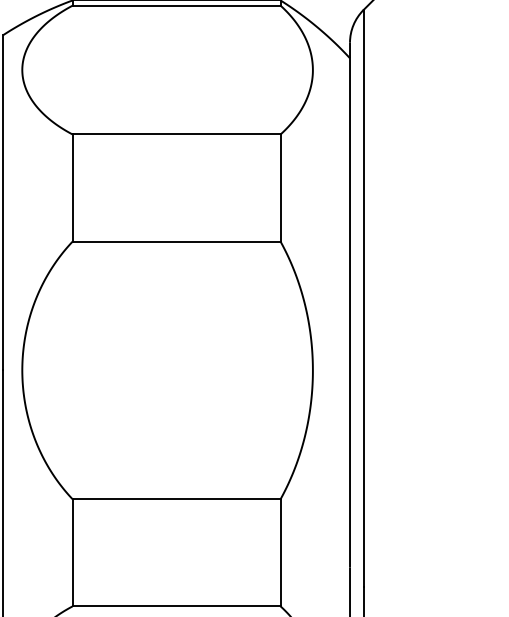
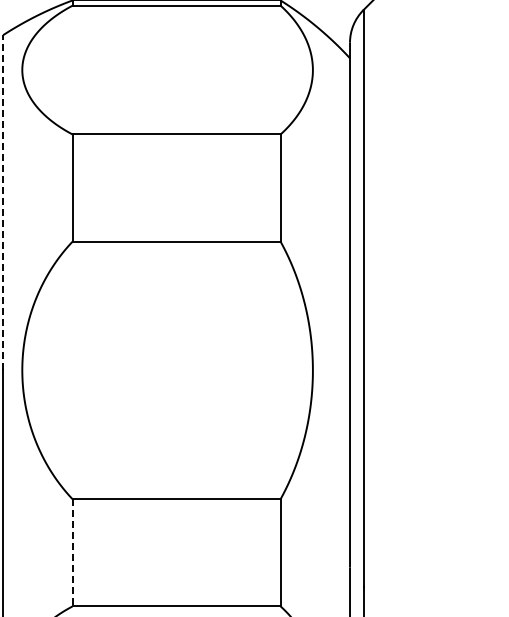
line at (3, 202): solid -> dashed
line at (72, 552): solid -> dashed
